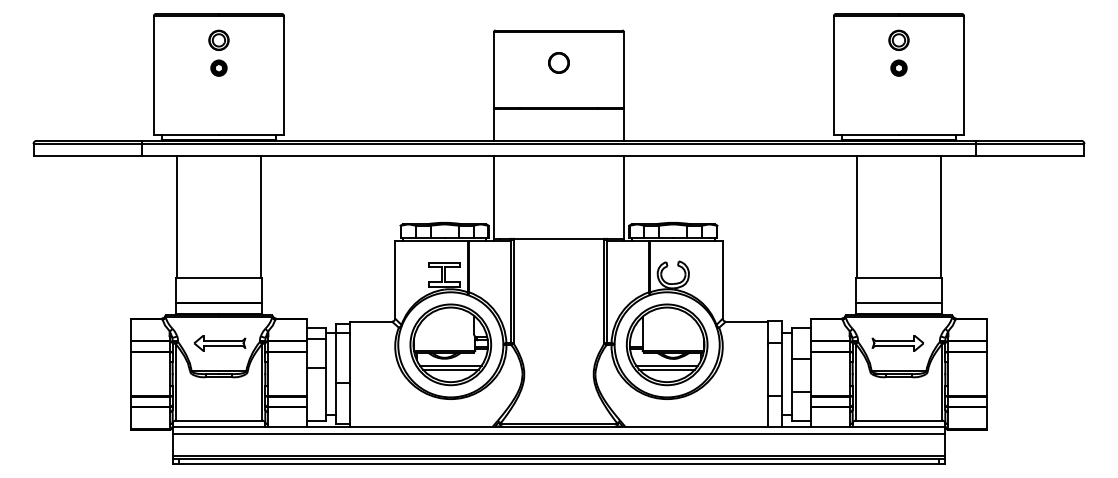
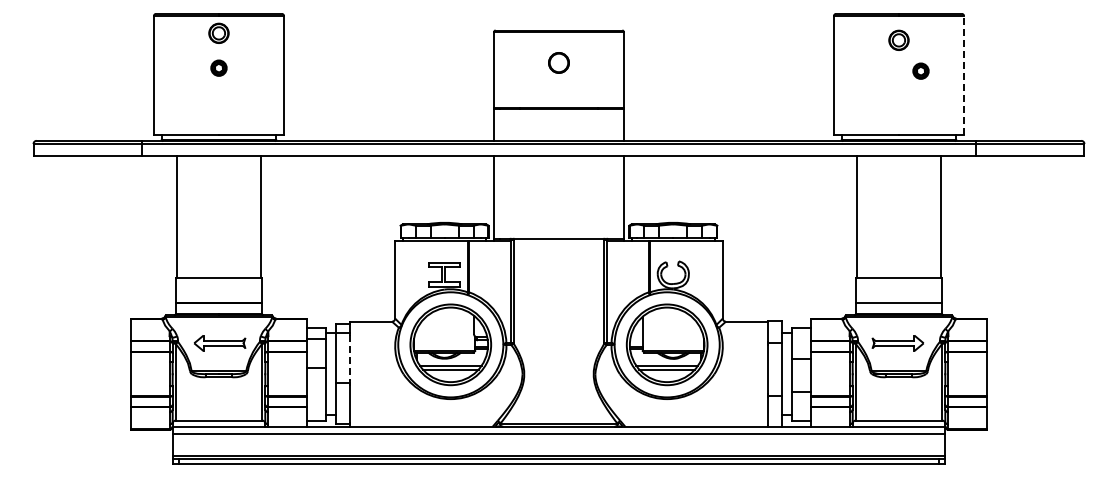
part at (218, 39) position: (218, 39) -> (218, 32)
part at (898, 67) position: (898, 67) -> (920, 70)
line at (963, 75): solid -> dashed
line at (350, 358): solid -> dashed
